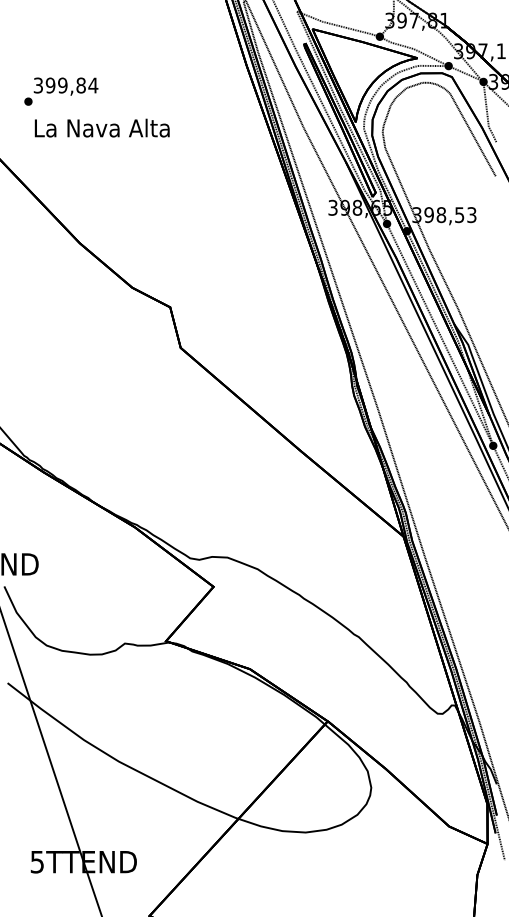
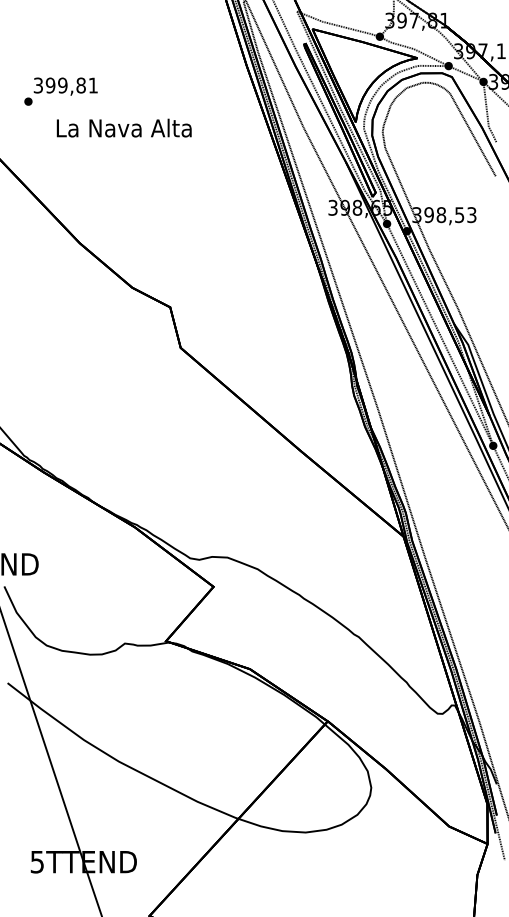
text at (93, 85): 399,84 -> 399,81
text at (101, 127) position: (101, 127) -> (123, 127)
